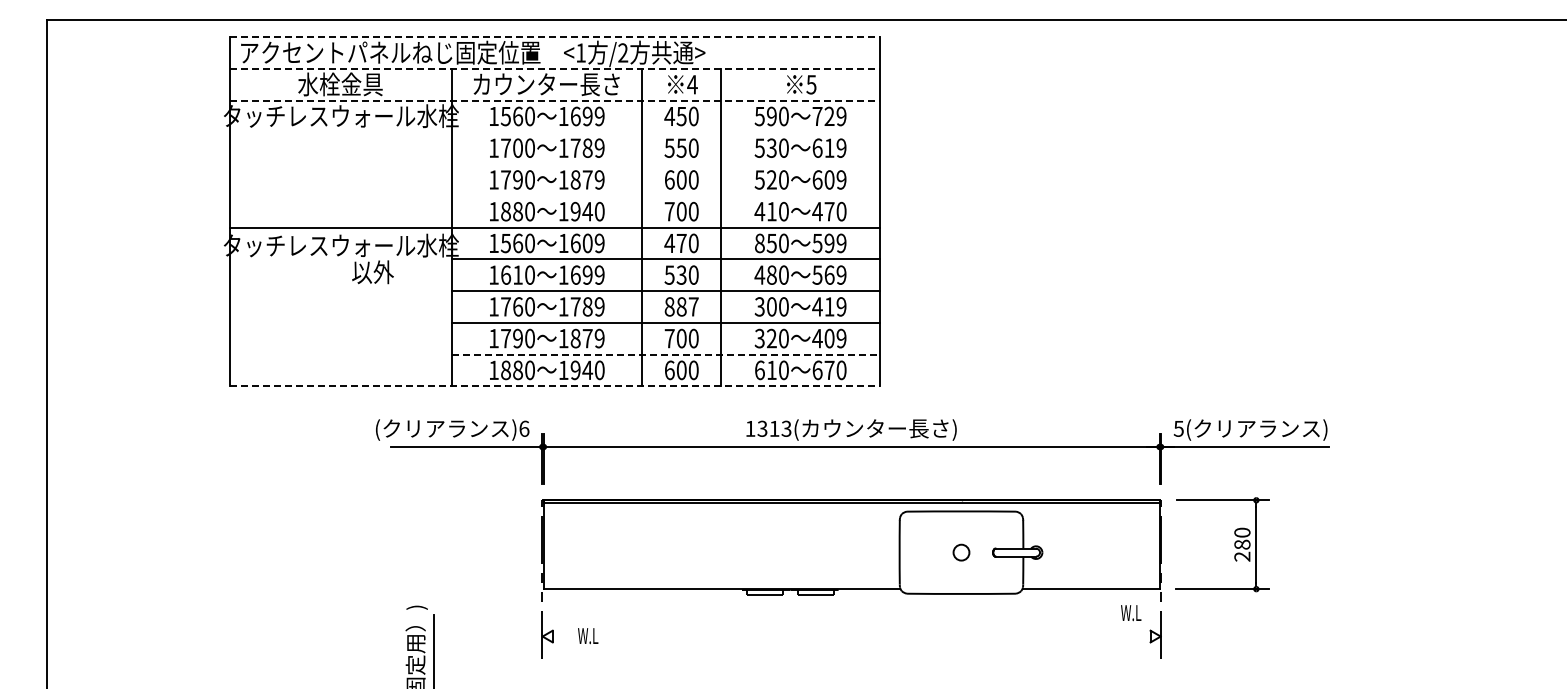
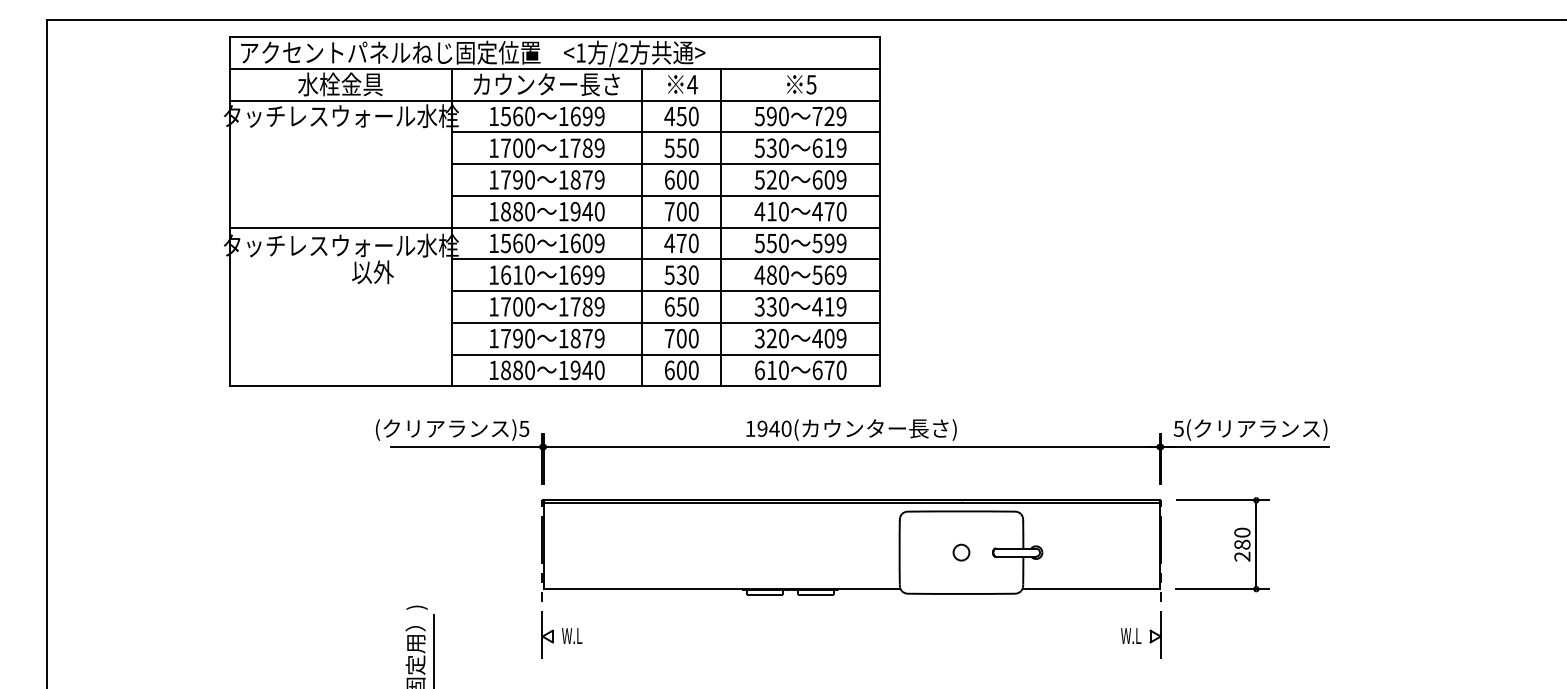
line at (555, 37): dashed -> solid
line at (555, 68): dashed -> solid
line at (555, 100): dashed -> solid
line at (665, 132): none -> present
line at (665, 164): none -> present
line at (665, 195): none -> present
text at (759, 243): 850 -> 550
text at (518, 306): 1760 -> 1700
text at (681, 306): 887 -> 650
text at (771, 306): 300 -> 330
line at (666, 354): dashed -> solid
line at (555, 386): dashed -> solid
text at (524, 428): )6 -> )5
text at (774, 428): 1313( -> 1940(
text at (1131, 613) position: (1131, 613) -> (1131, 636)
text at (588, 636) position: (588, 636) -> (572, 636)
